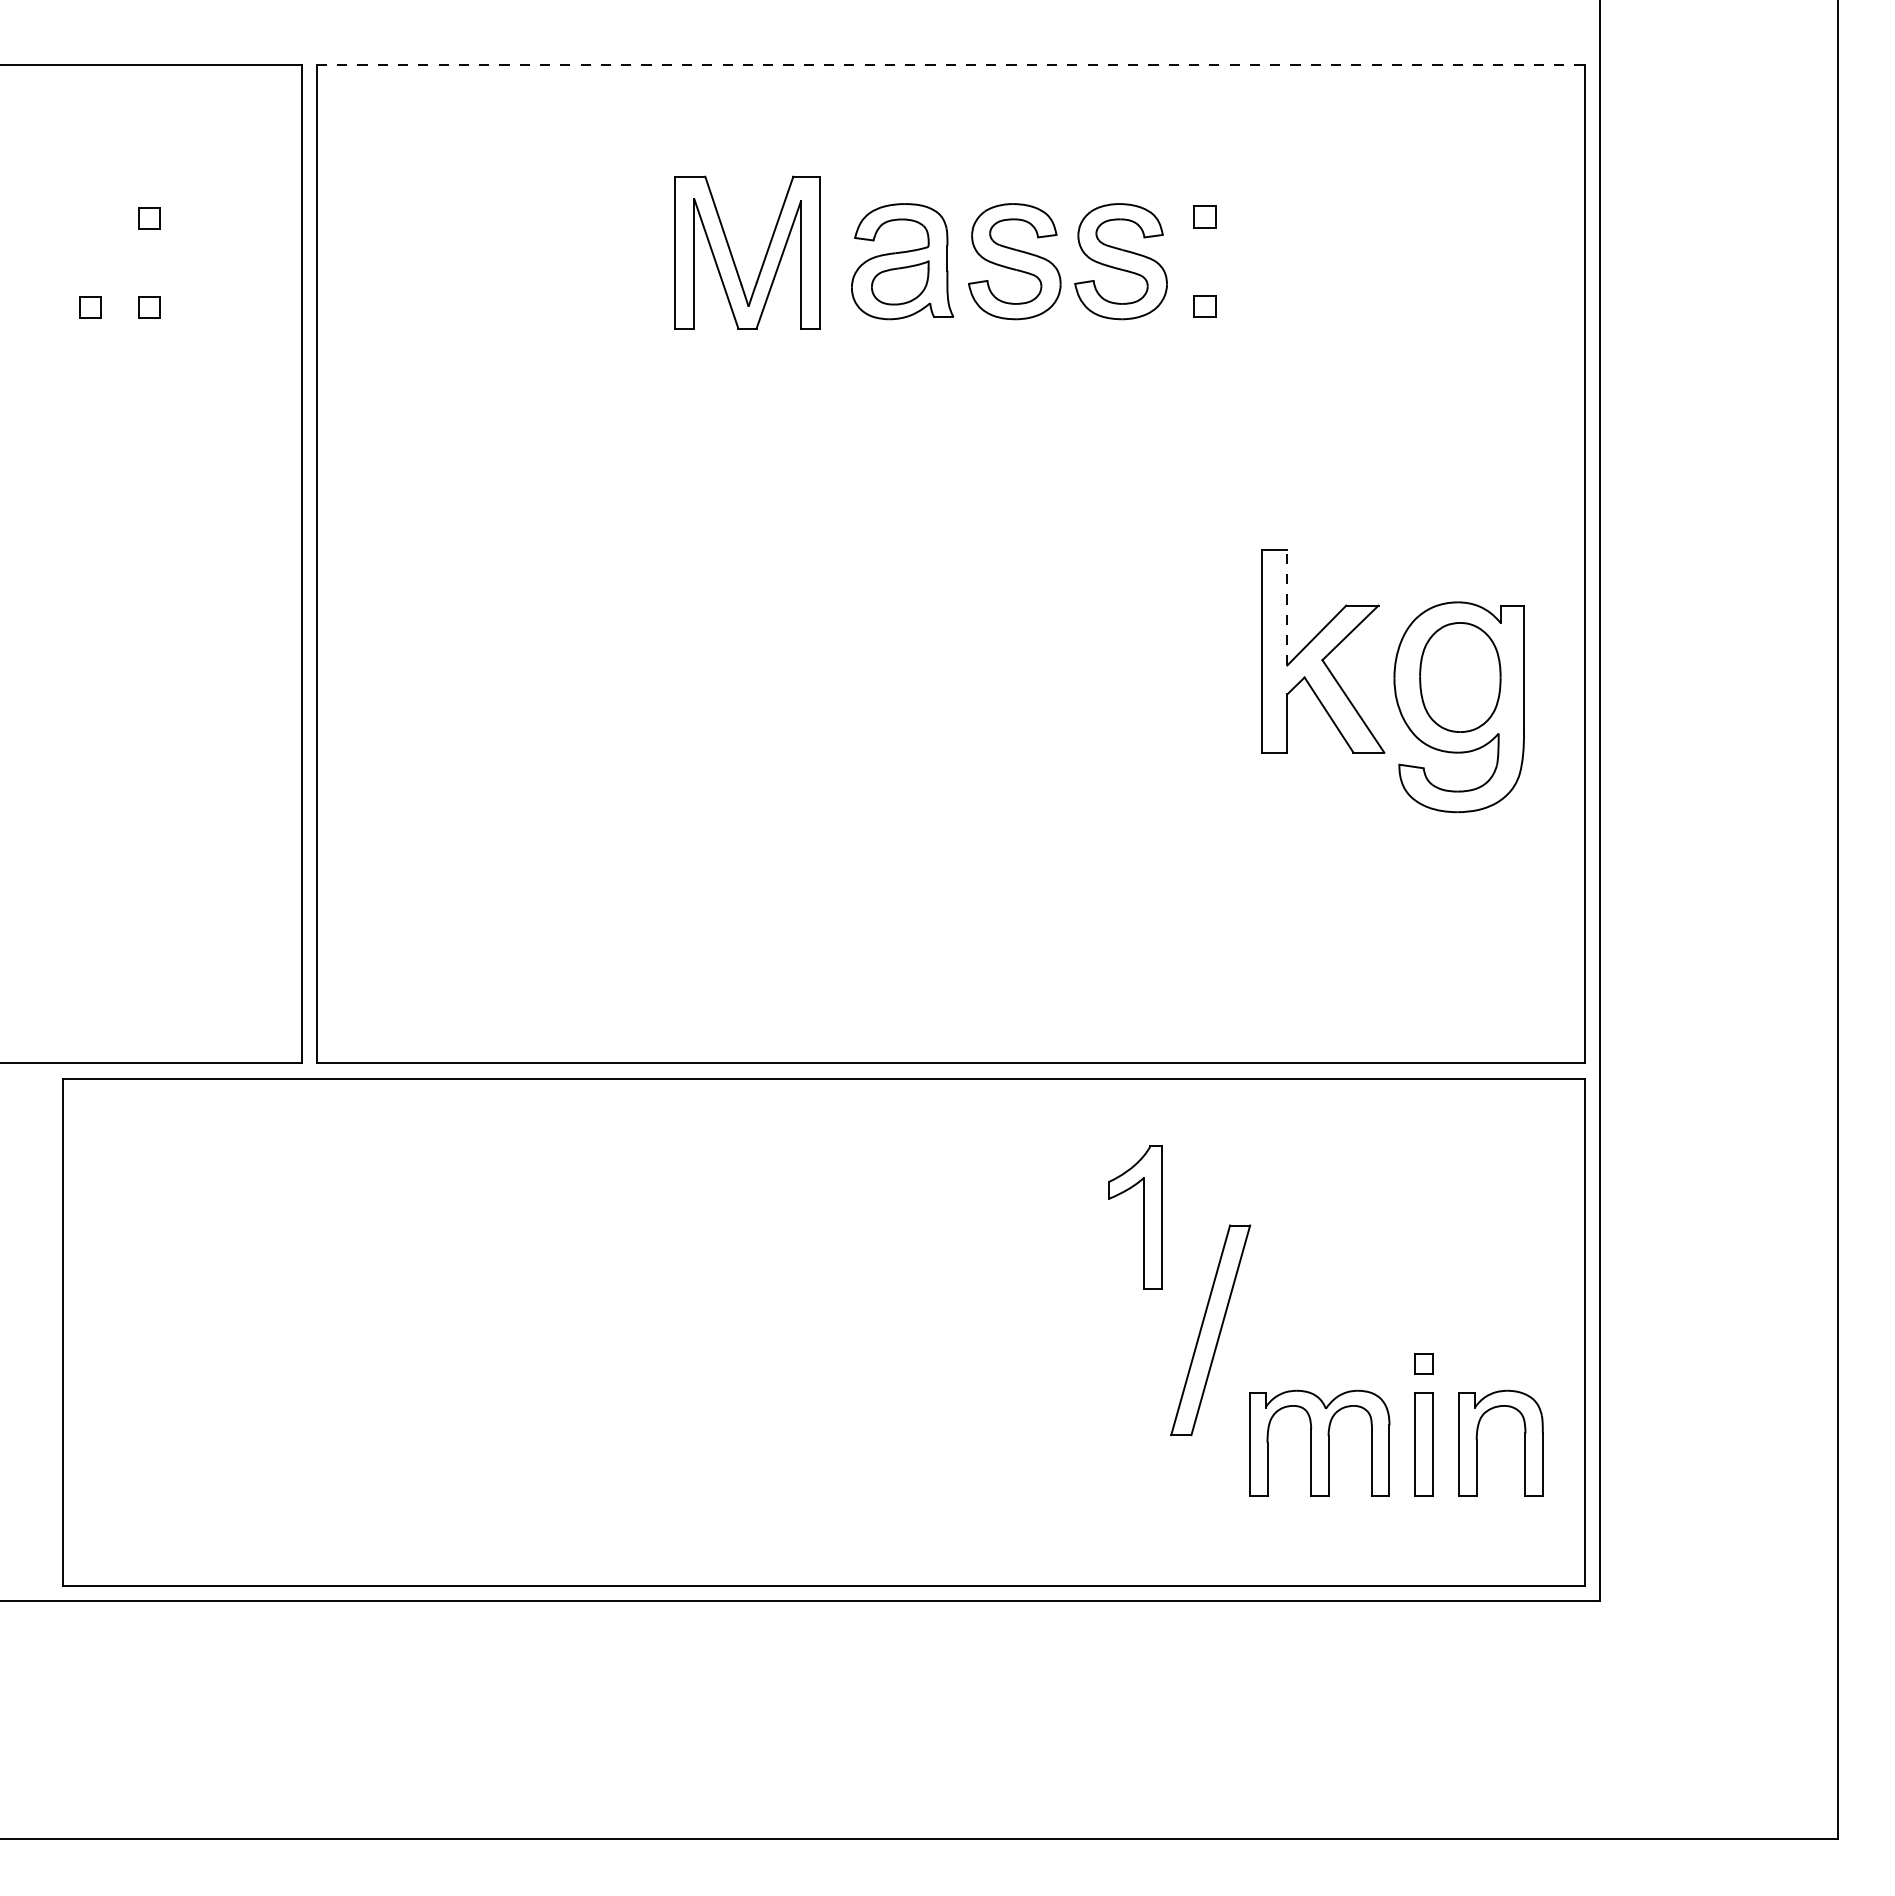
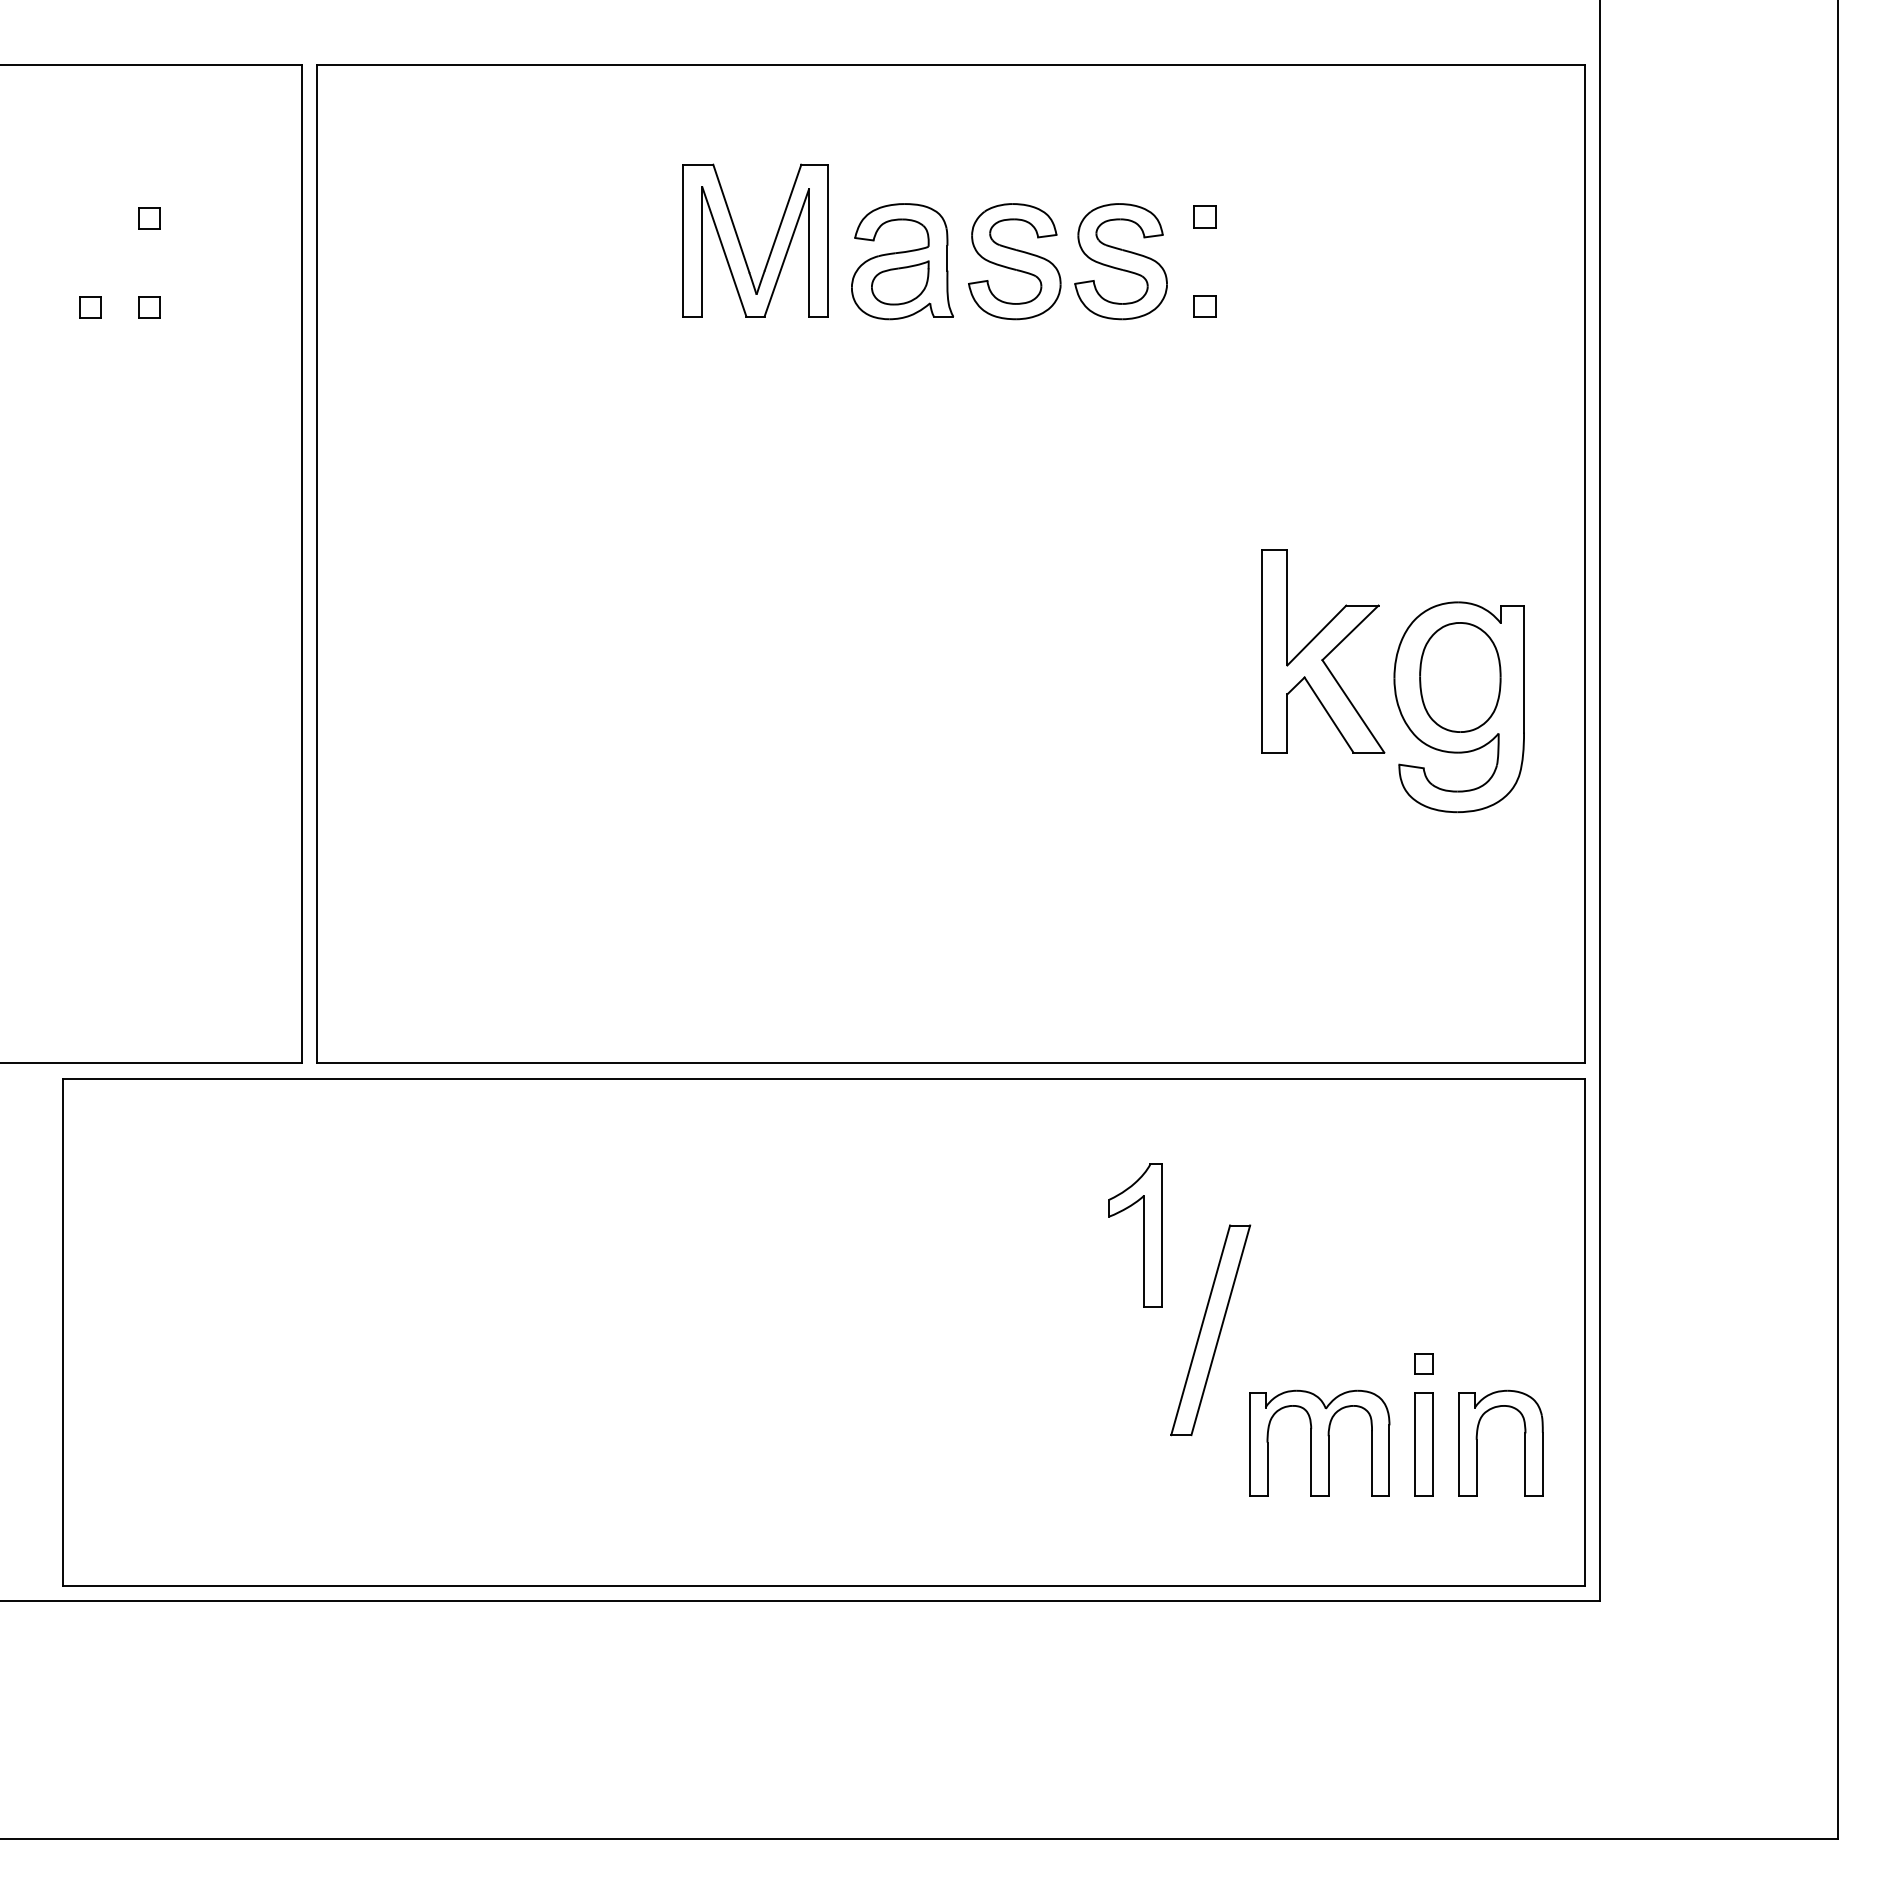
line at (950, 64): dashed -> solid
part at (733, 257) position: (733, 257) -> (741, 245)
line at (1287, 607): dashed -> solid
part at (1143, 1217) position: (1143, 1217) -> (1143, 1235)
